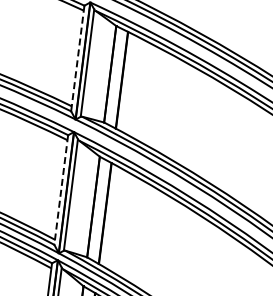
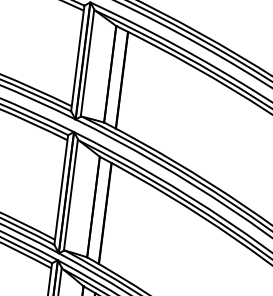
line at (77, 59): dashed -> solid
line at (61, 190): dashed -> solid
